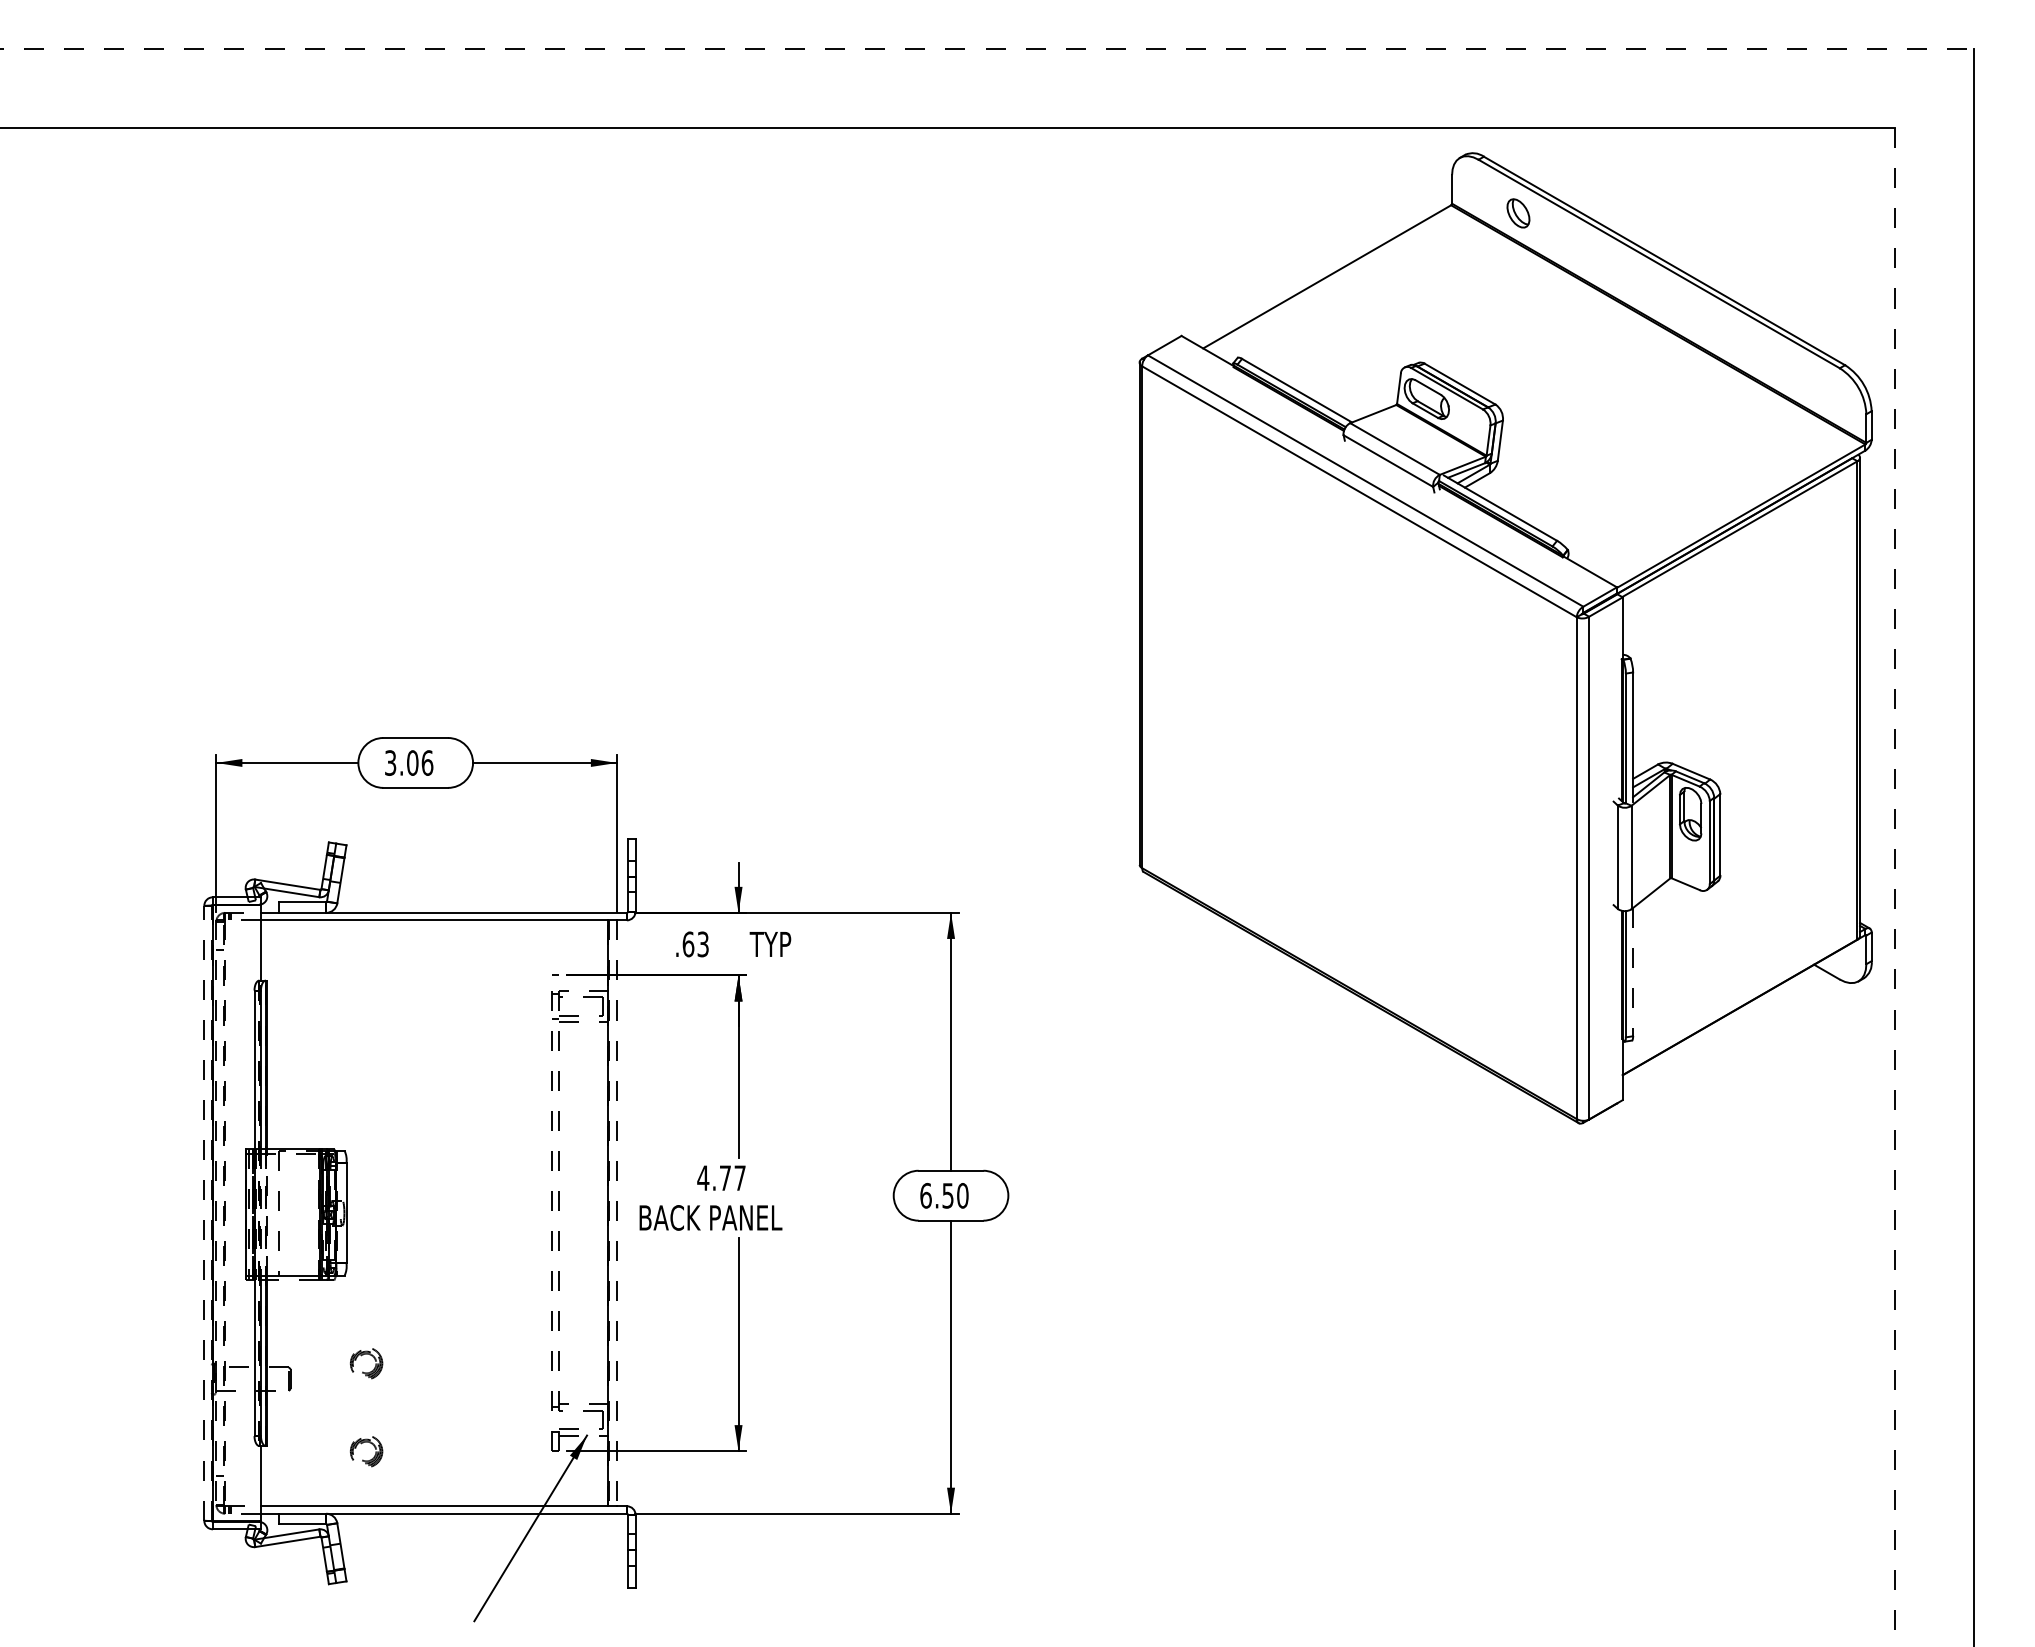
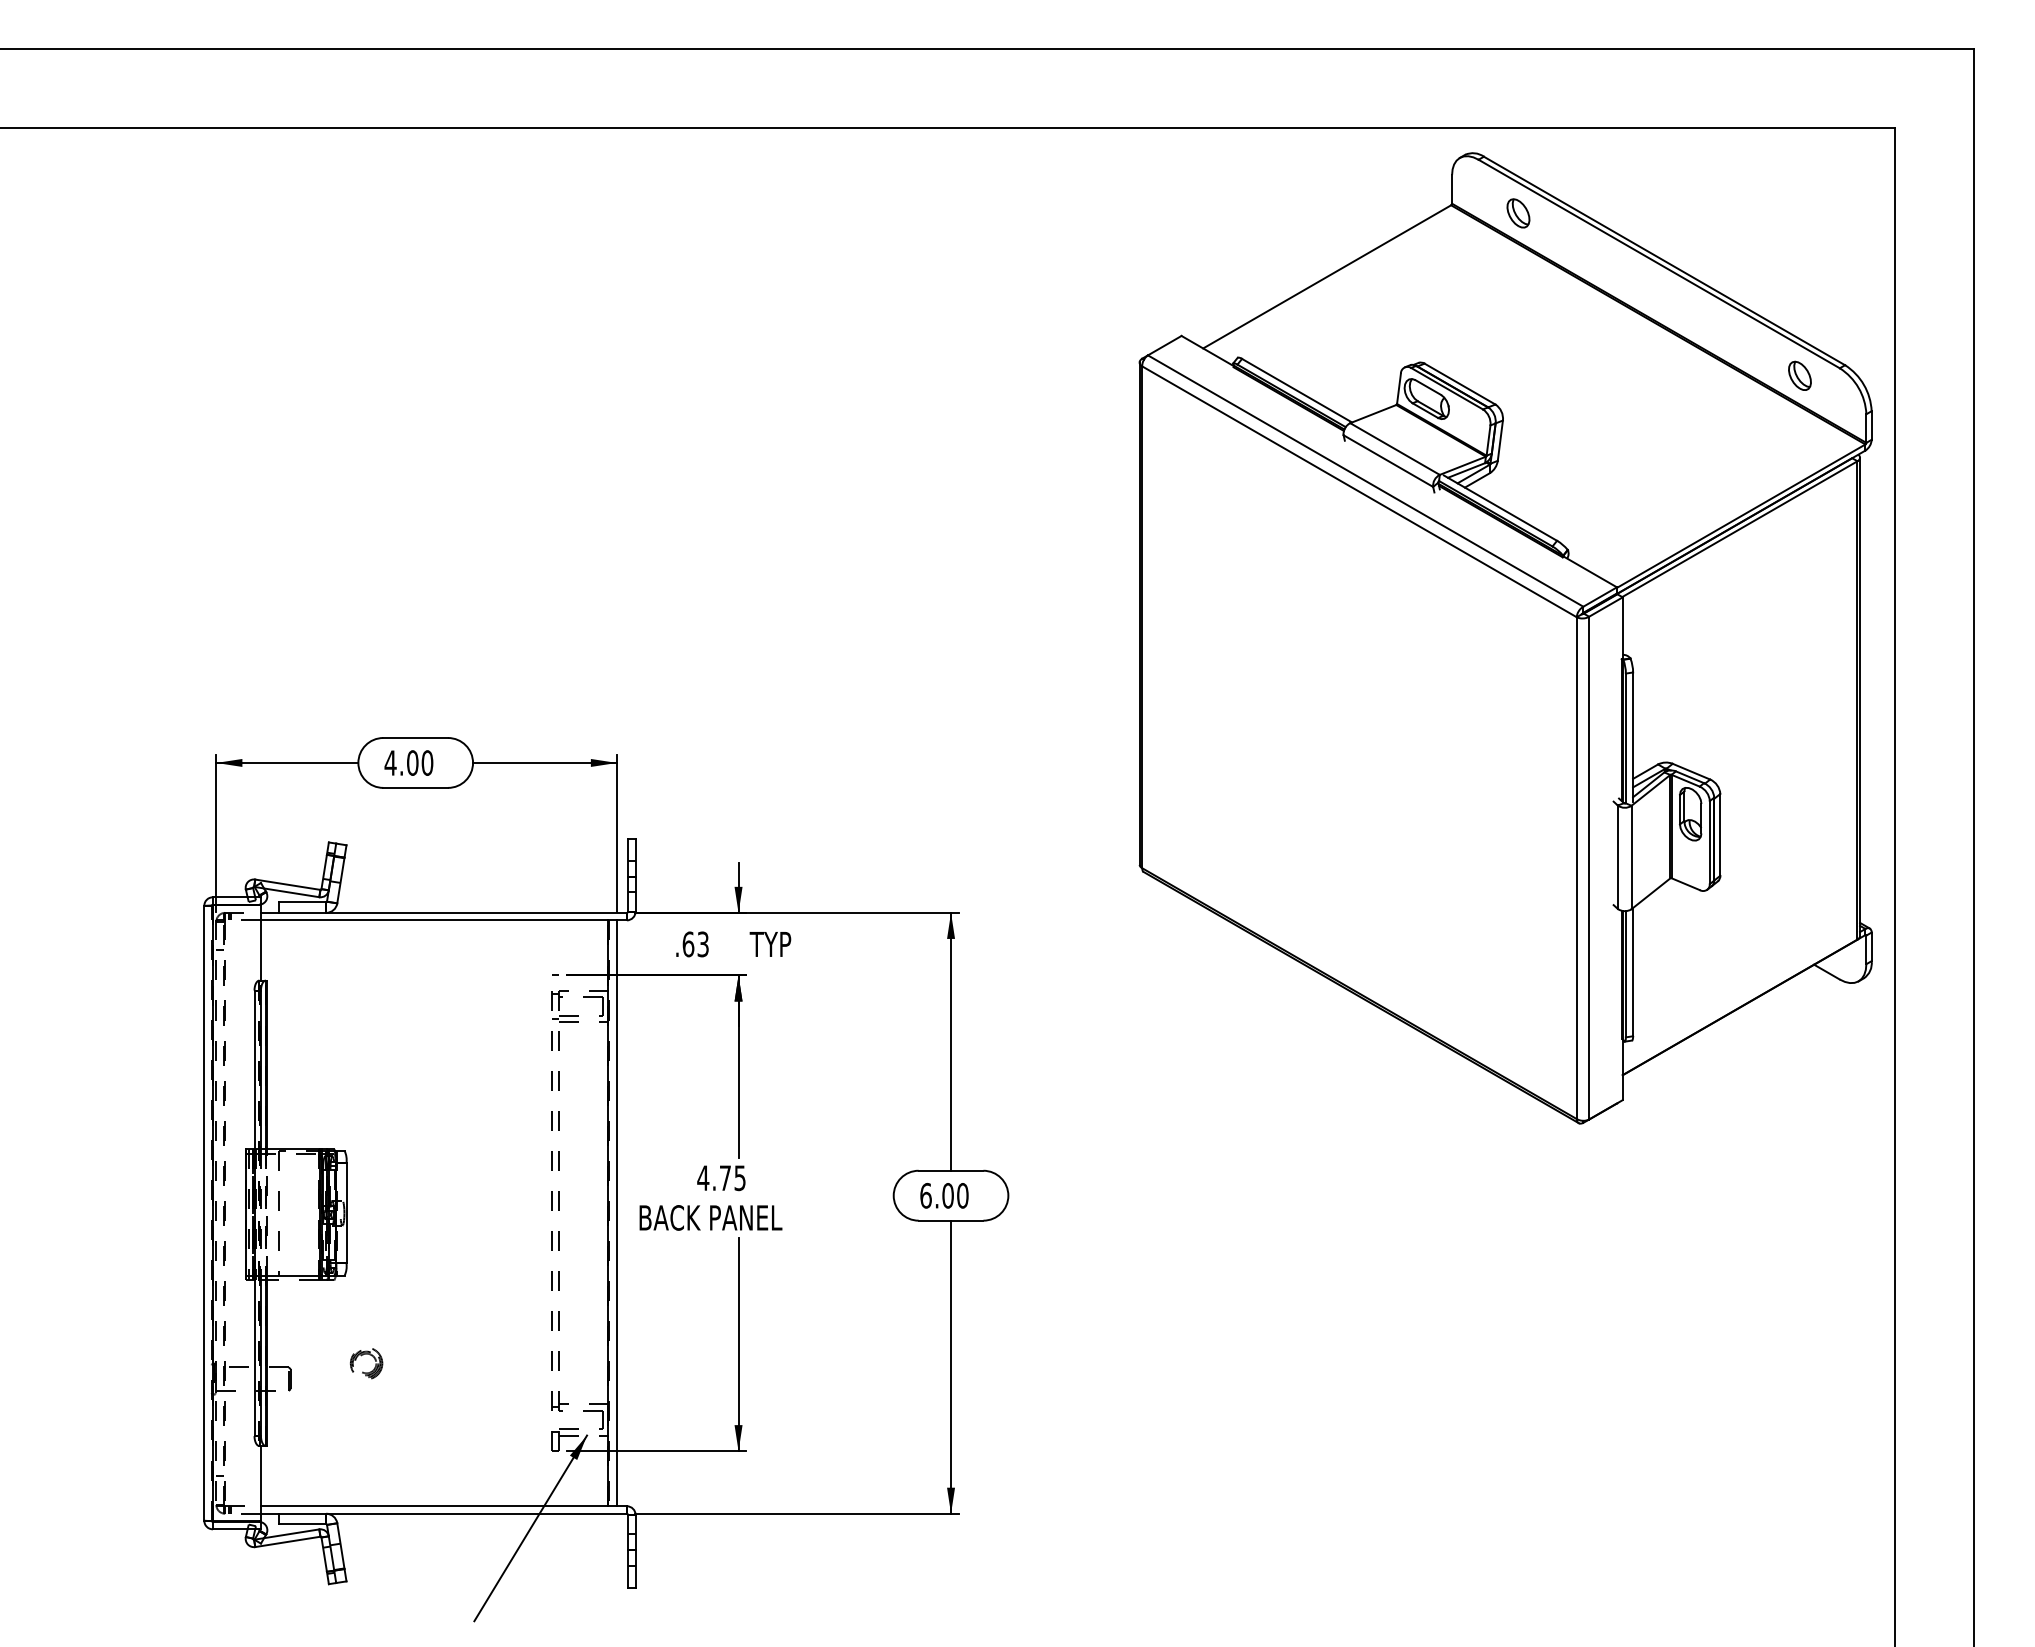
line at (987, 49): dashed -> solid
part at (1799, 375): none -> present
text at (408, 762): 3.06 -> 4.00
line at (1895, 887): dashed -> solid
line at (1633, 972): dashed -> solid
text at (739, 1178): 4.77 -> 4.75
text at (947, 1195): 6.50 -> 6.00
line at (204, 1212): dashed -> solid
line at (616, 1213): dashed -> solid
part at (363, 1443): present -> none
